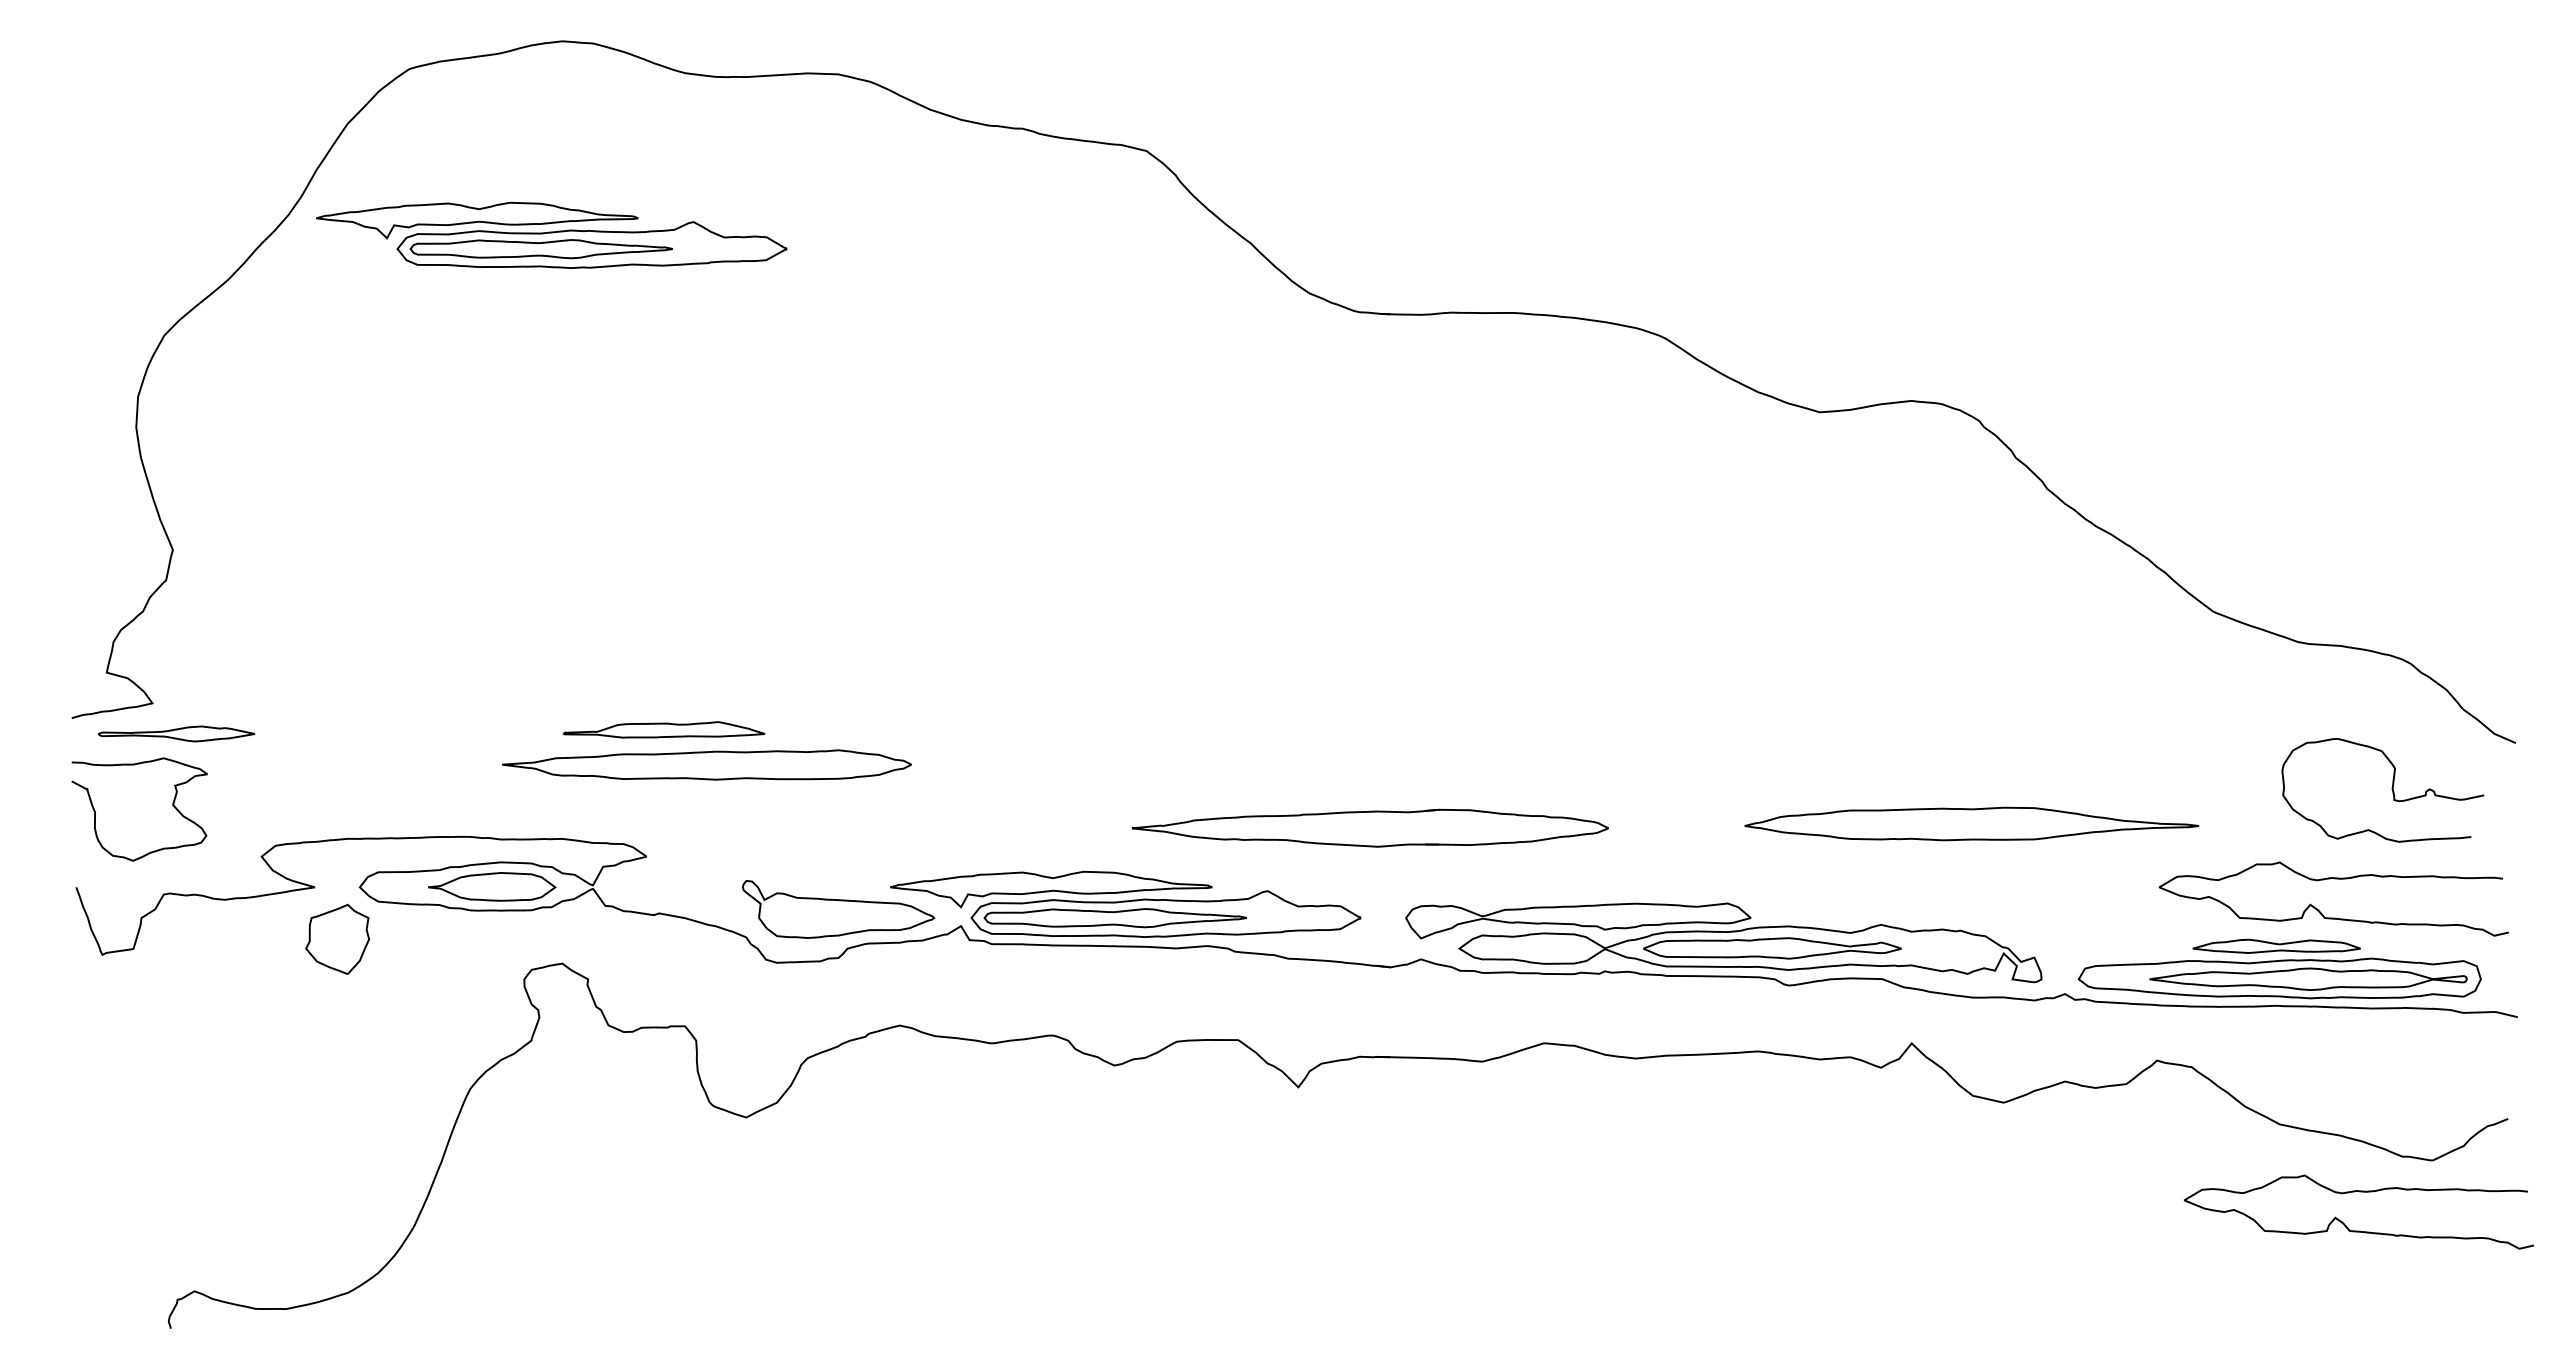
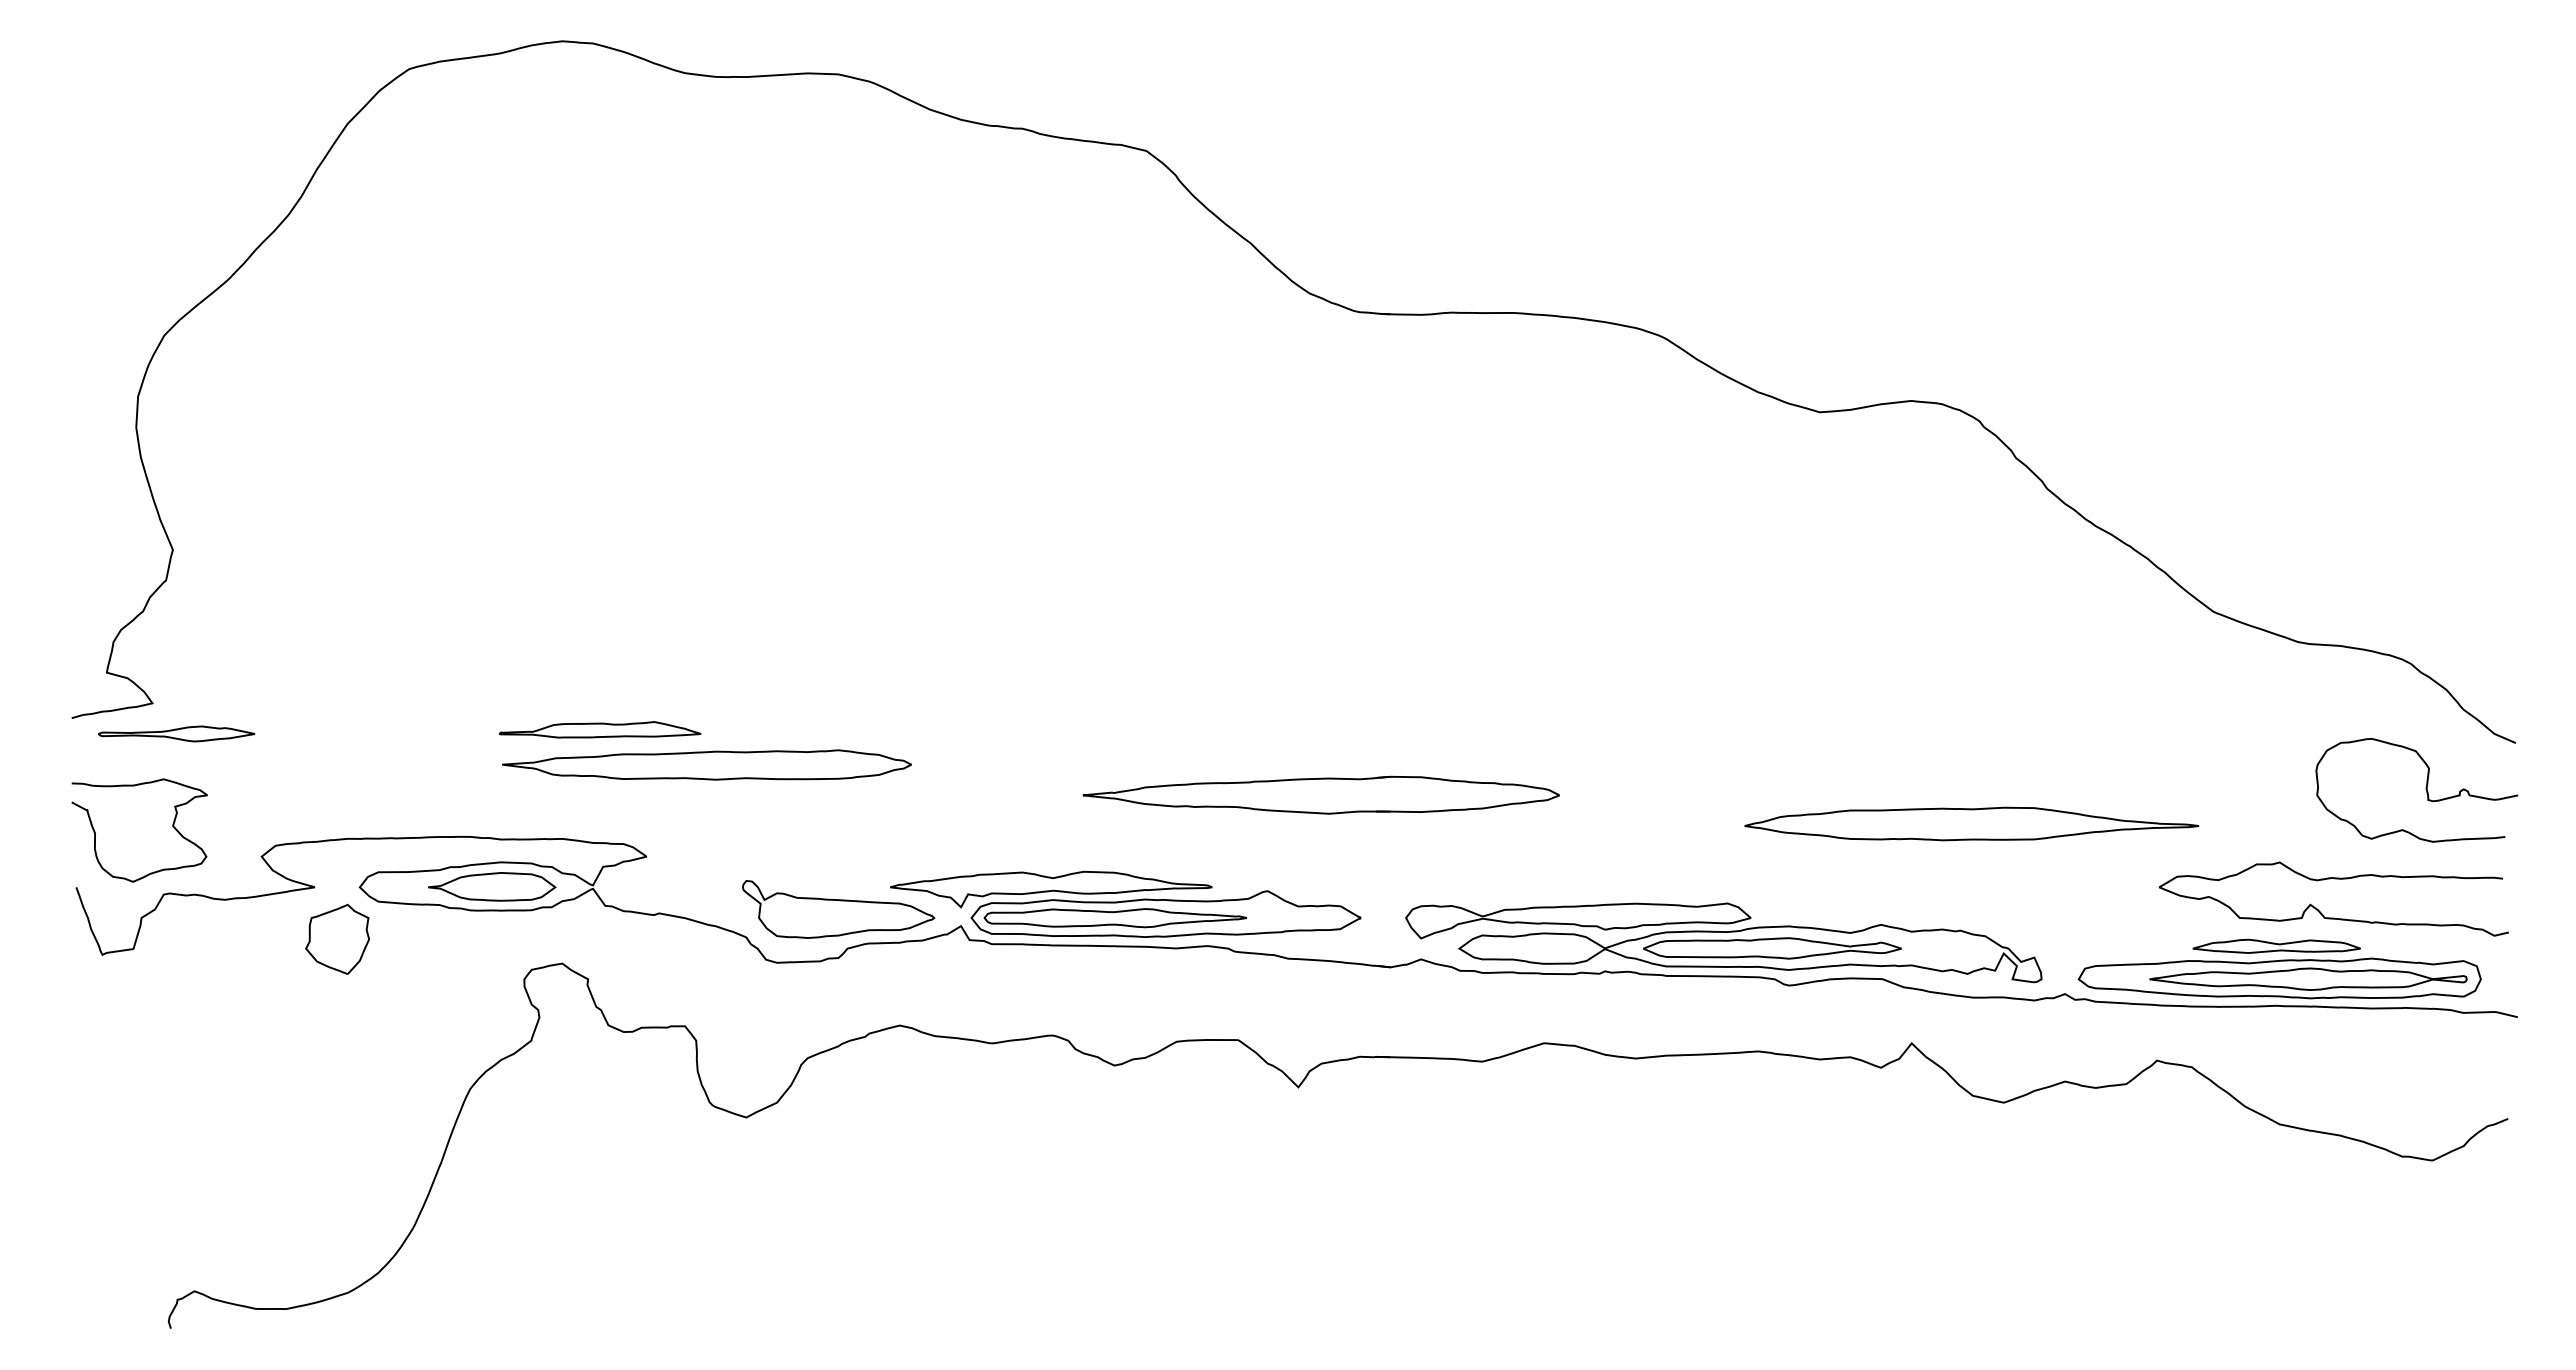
part at (551, 234): present -> none
part at (663, 729) position: (663, 729) -> (599, 729)
curve at (2391, 789) position: (2391, 789) -> (2425, 789)
curve at (172, 805) position: (172, 805) -> (172, 826)
part at (1369, 827) position: (1369, 827) -> (1320, 794)
curve at (2345, 1224): present -> none
